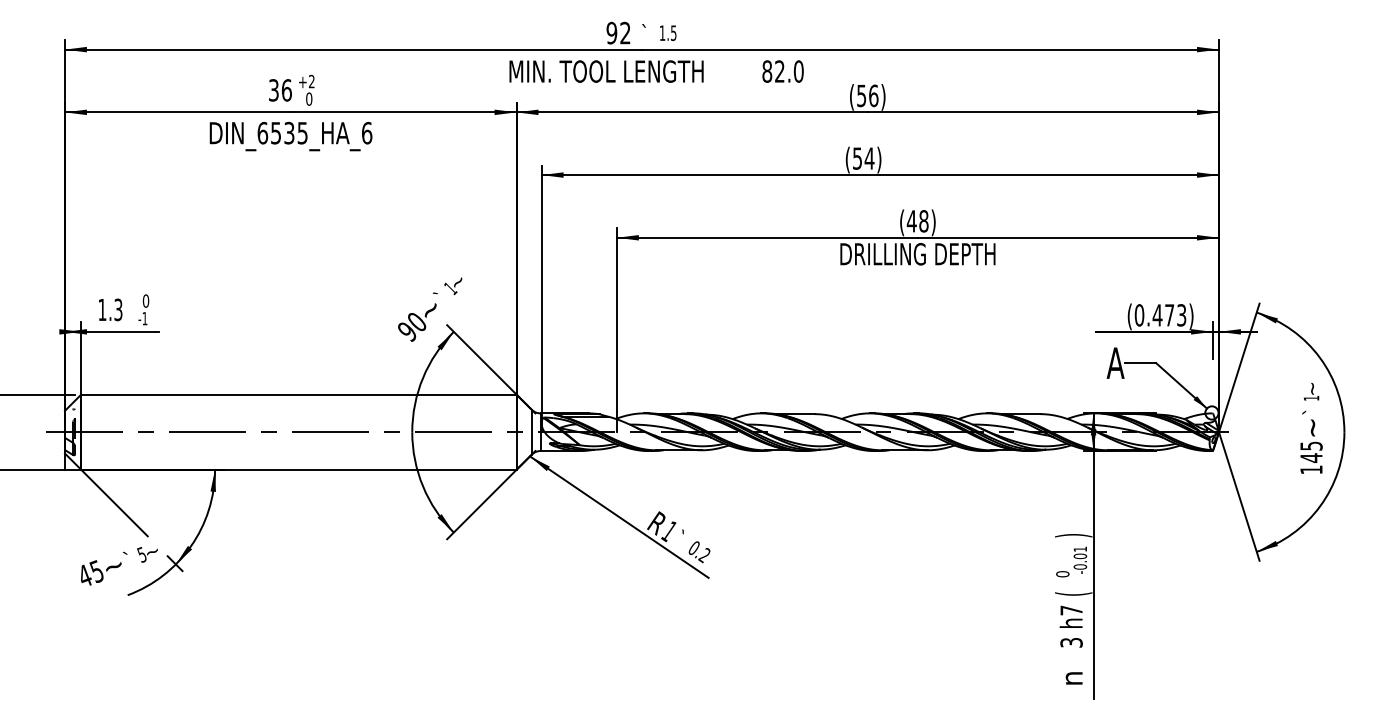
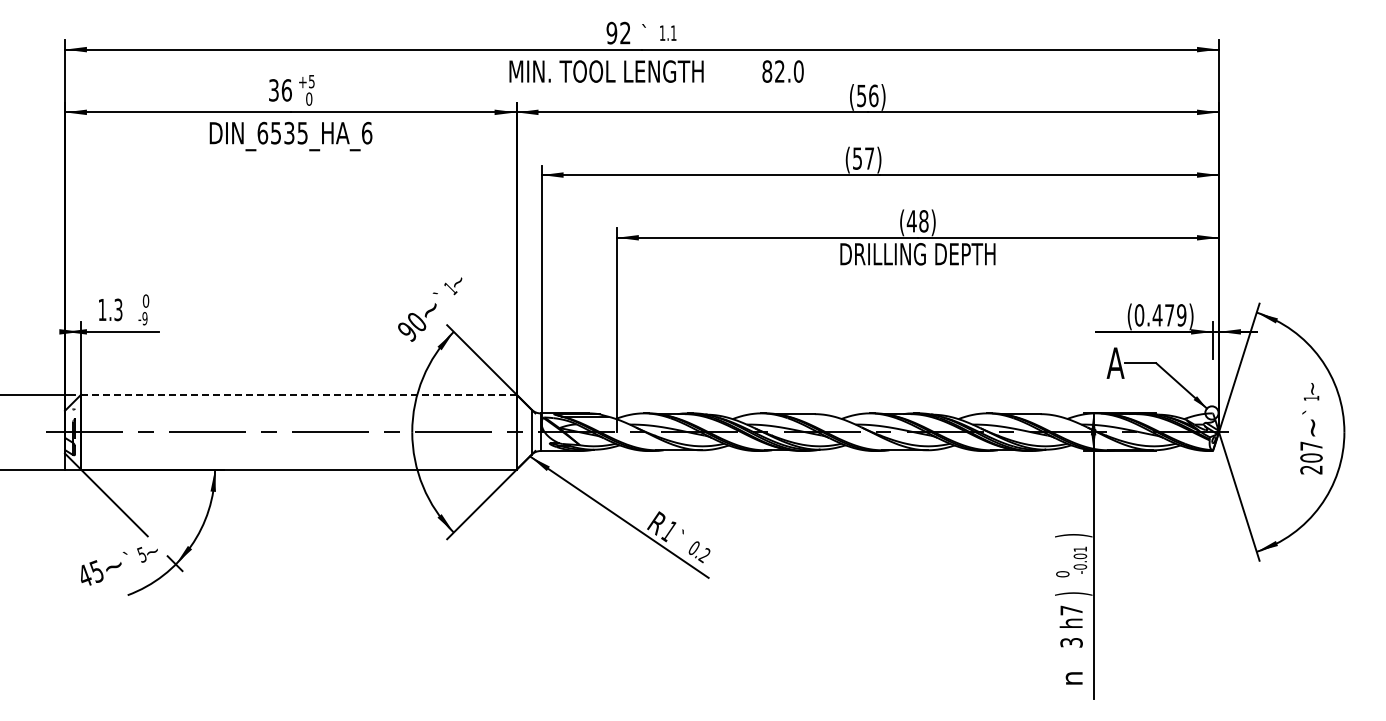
text at (673, 33): 1.5 -> 1.1
text at (311, 81): +2 -> +5
text at (869, 158): (54) -> (57)
text at (1181, 315): (0.473) -> (0.479)
text at (144, 318): -1 -> -9
line at (298, 394): solid -> dashed
text at (1311, 457): 145 -> 207
text at (1073, 593): ( -> )
